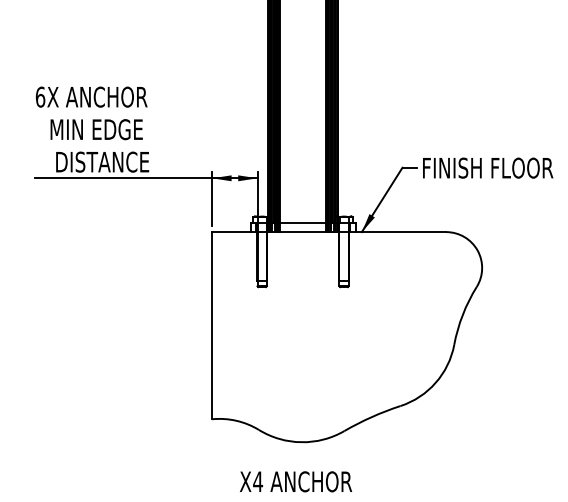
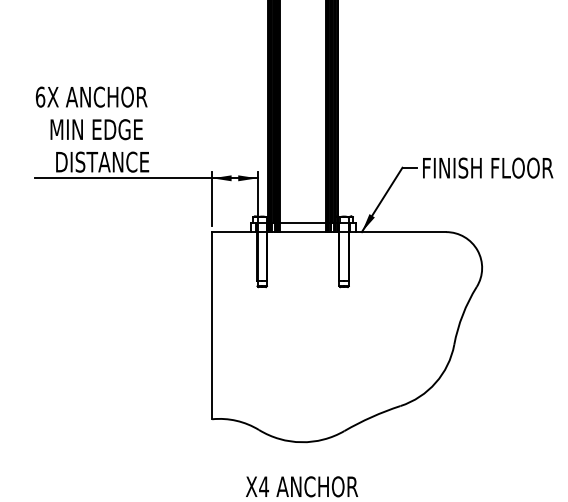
text at (296, 481) position: (296, 481) -> (302, 486)
